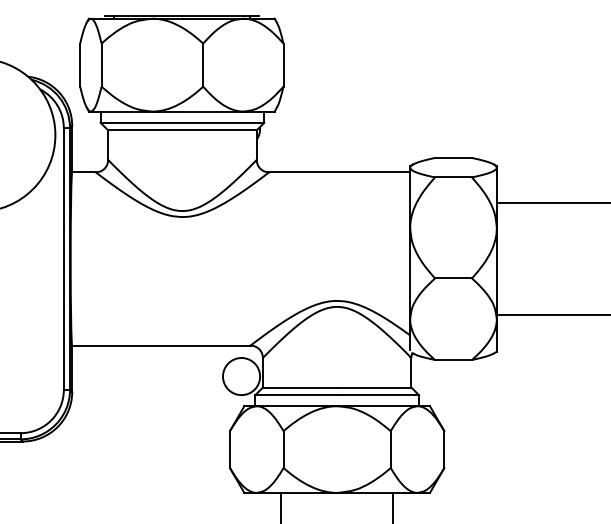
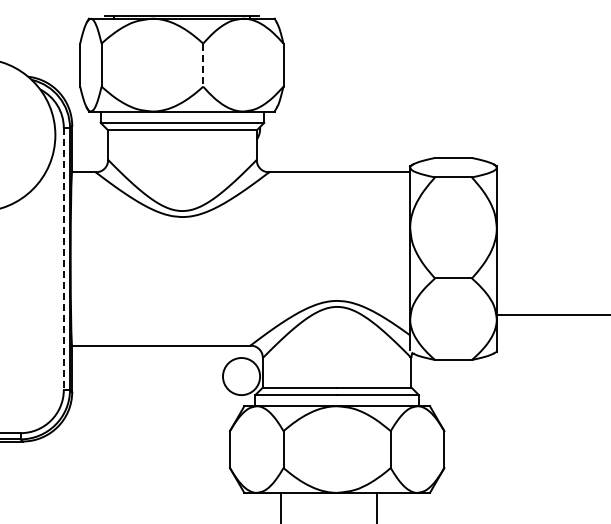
line at (203, 65): solid -> dashed
line at (551, 203): present -> none
line at (63, 258): solid -> dashed
line at (392, 506) position: (392, 506) -> (376, 506)
